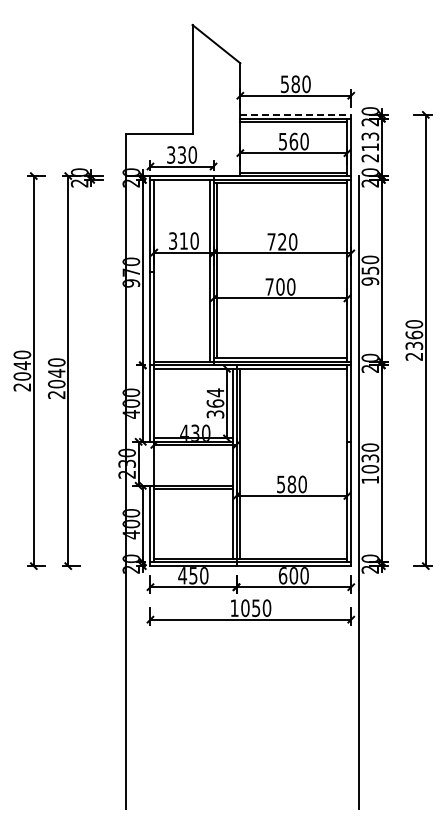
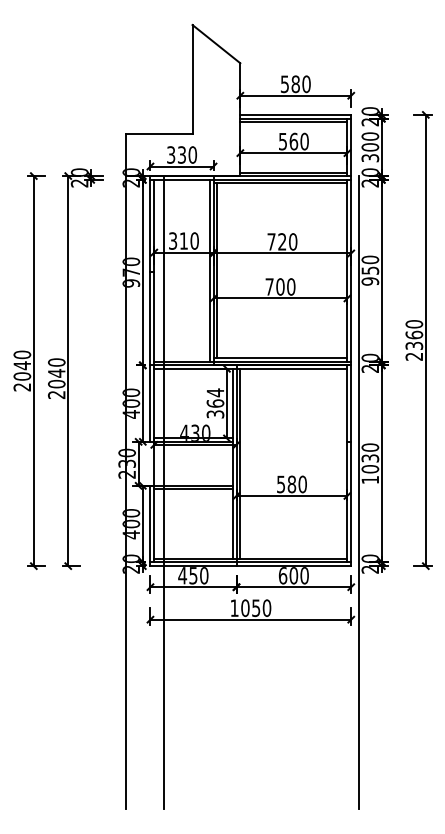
line at (296, 114): dashed -> solid
text at (370, 147): 213 -> 300
line at (163, 492): none -> present
